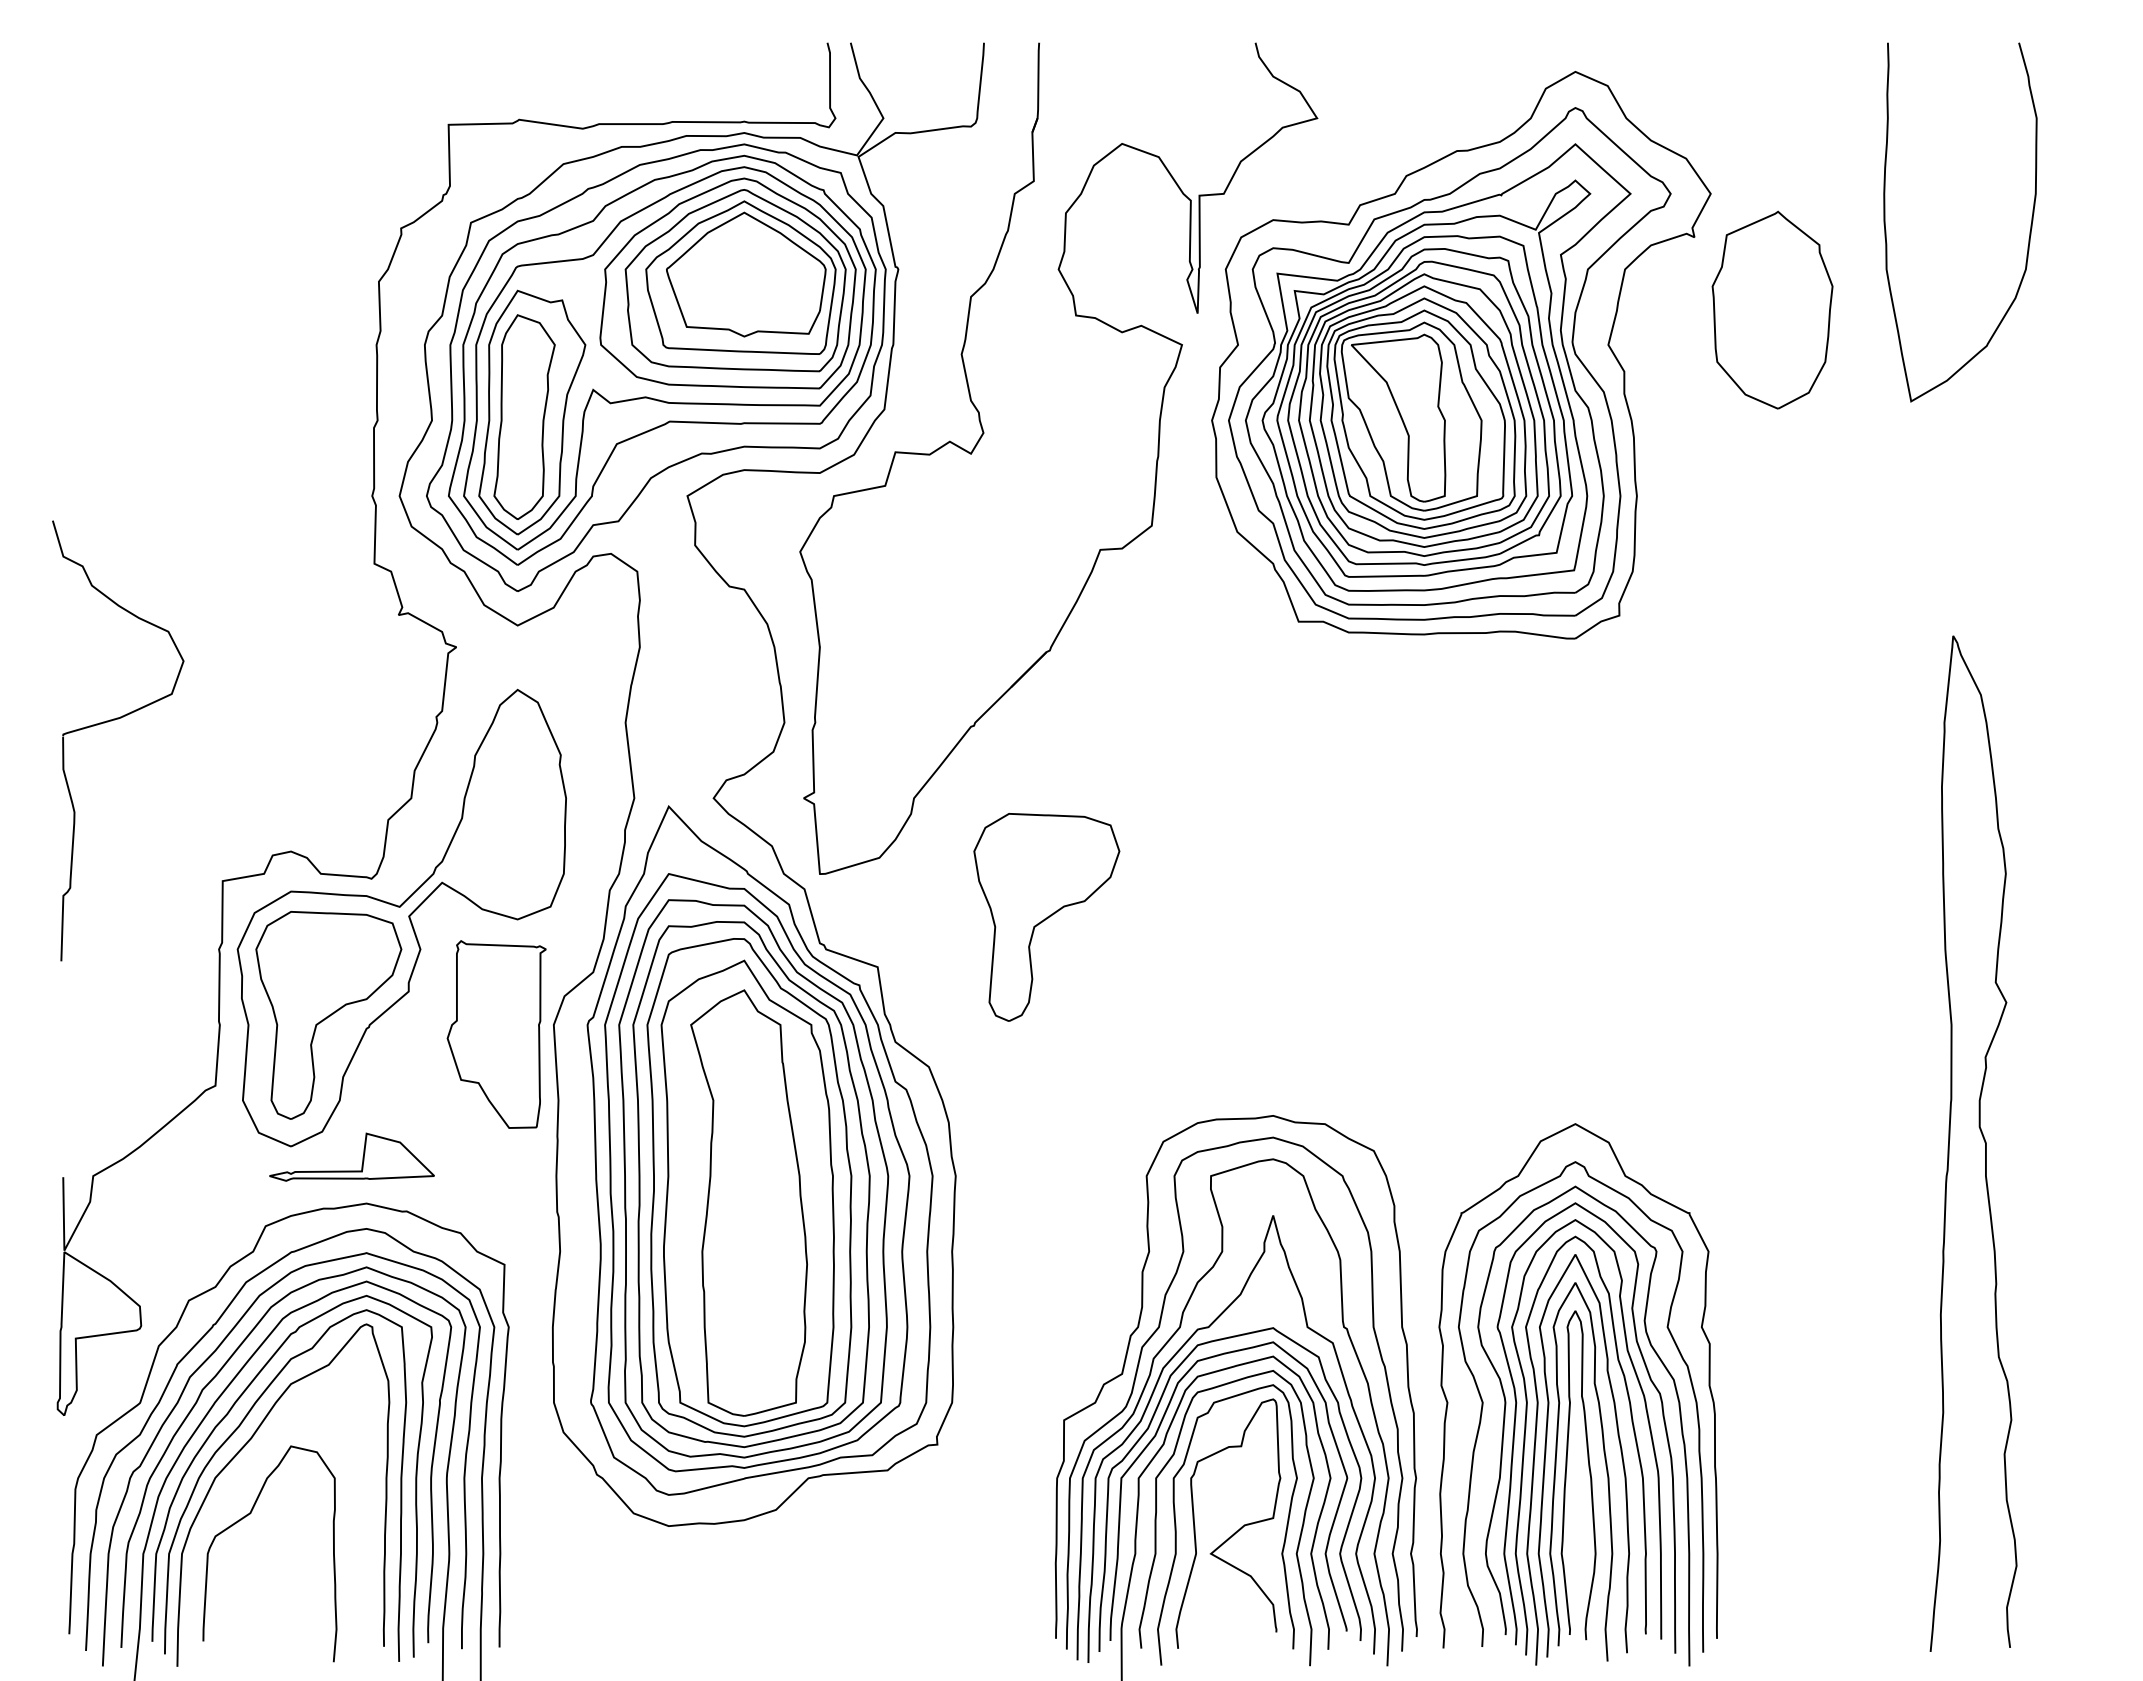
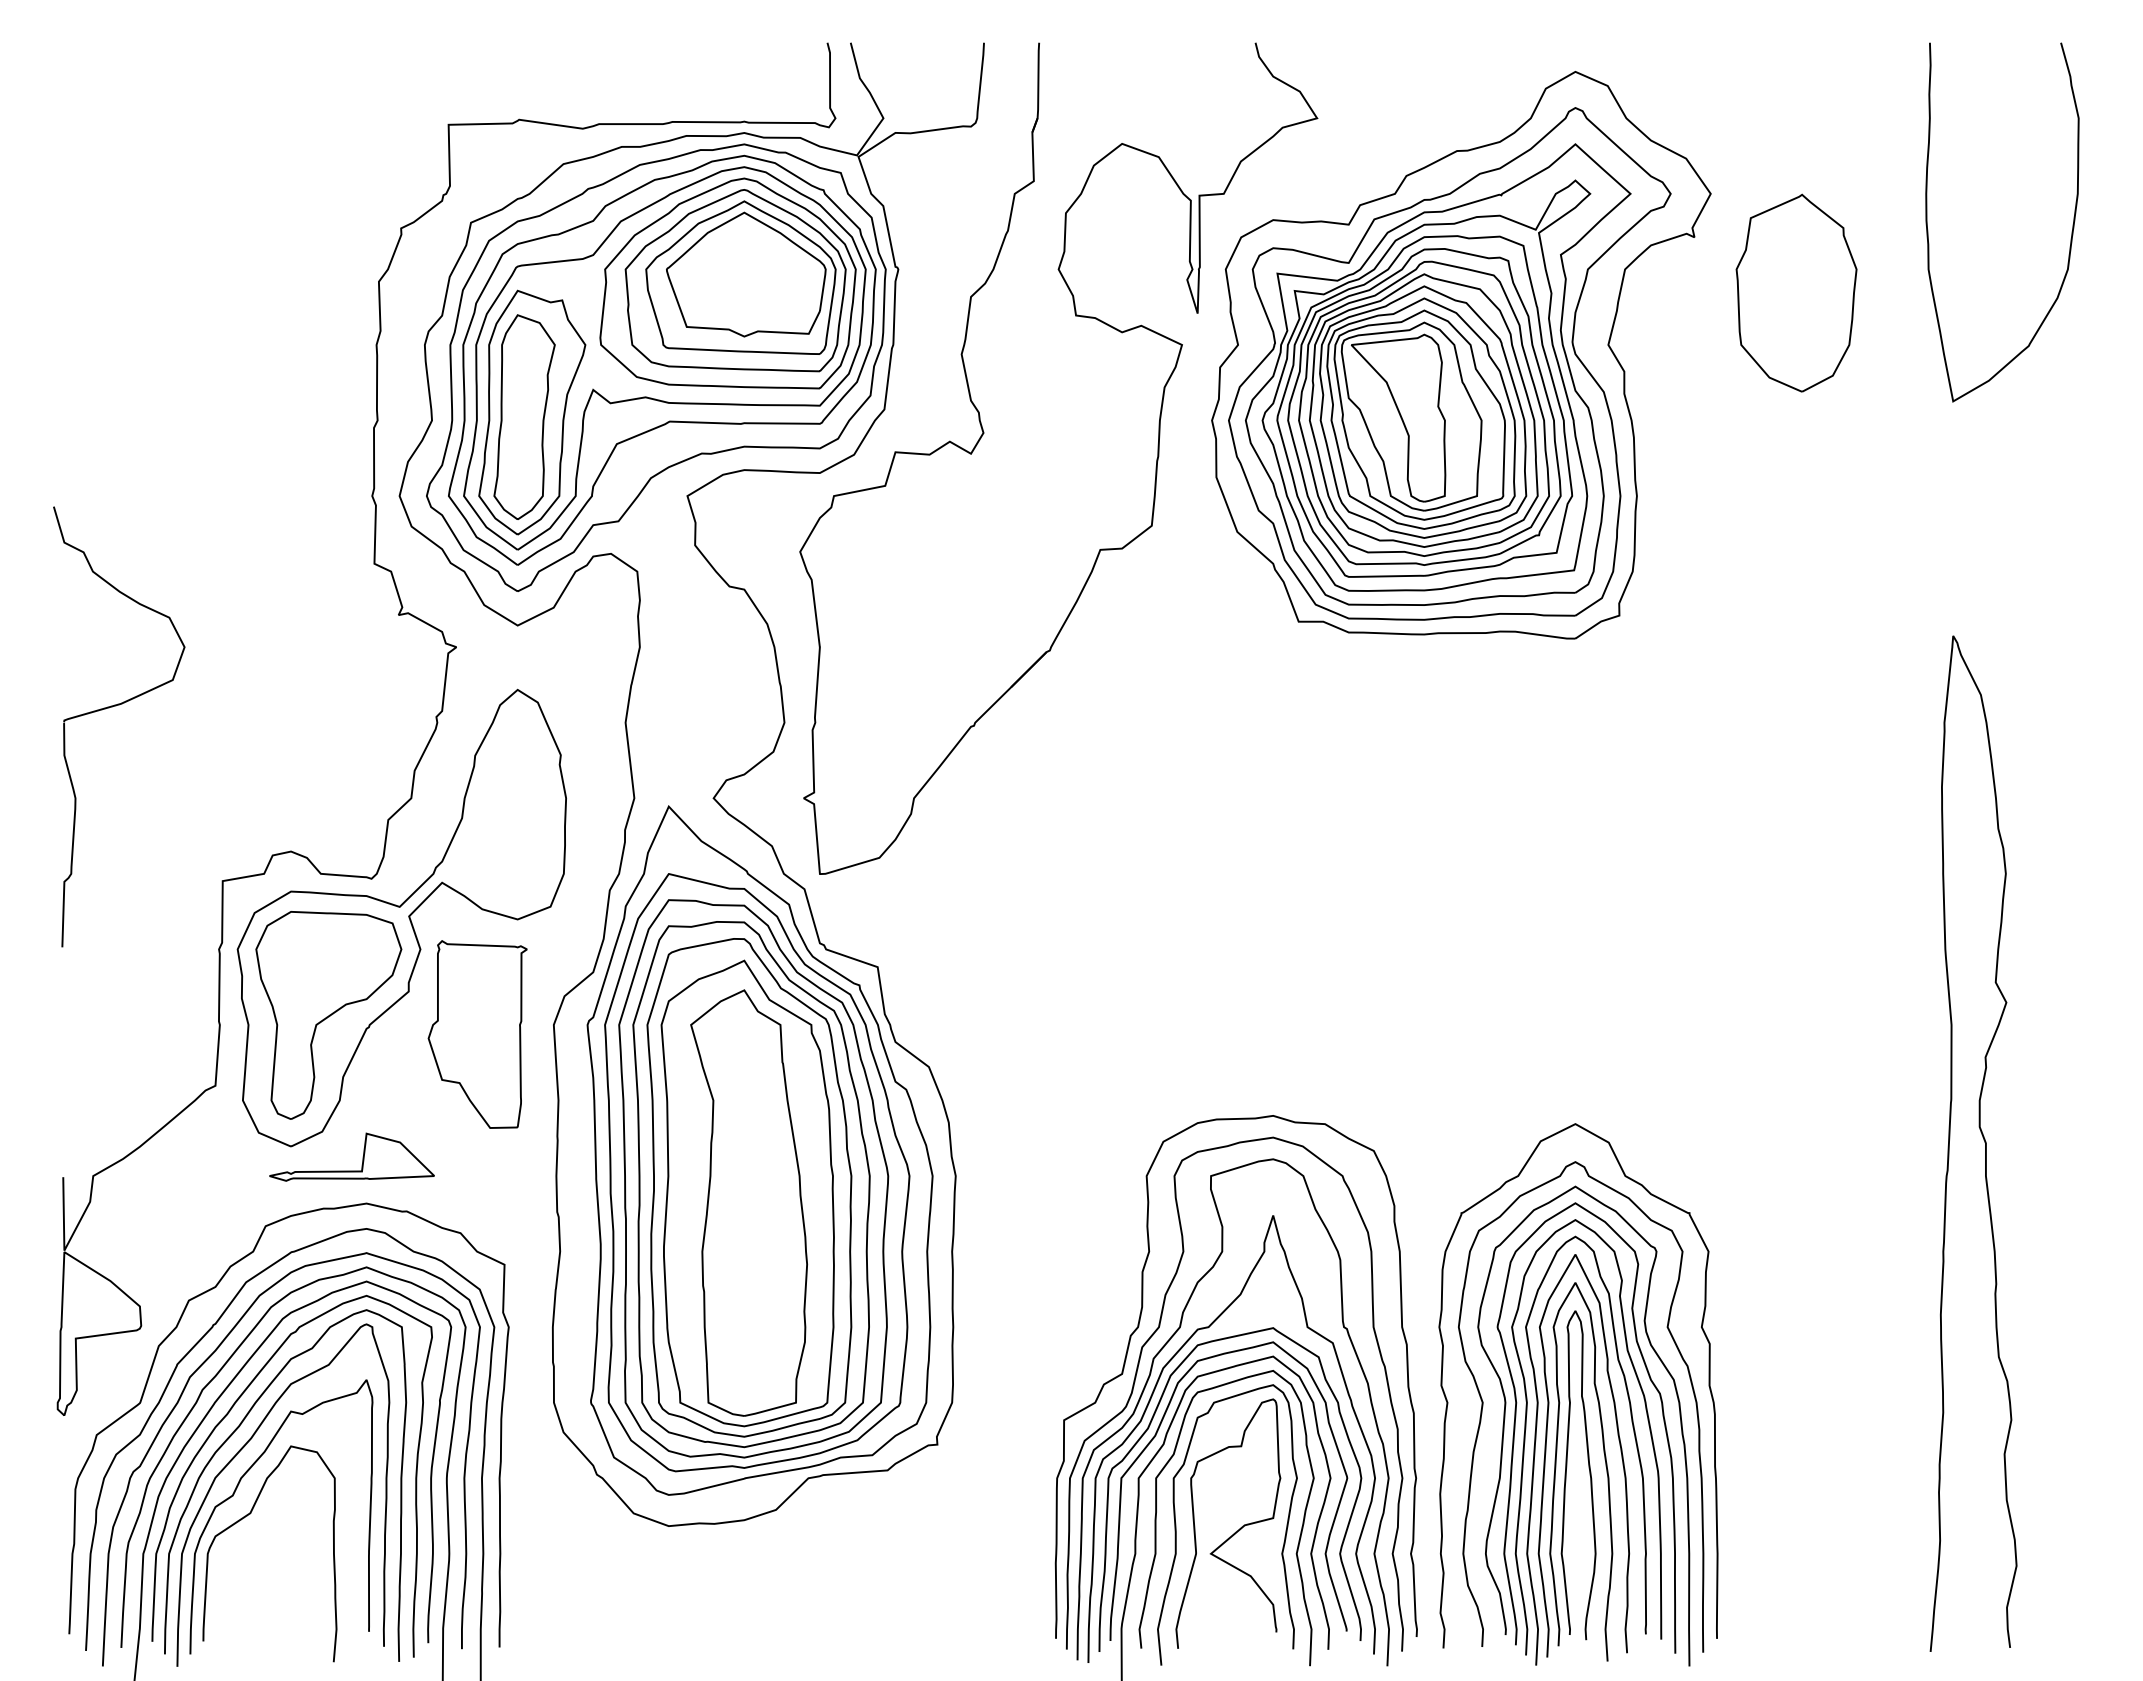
curve at (2029, 231) position: (2029, 231) -> (2071, 231)
part at (1772, 309) position: (1772, 309) -> (1796, 292)
part at (115, 720) position: (115, 720) -> (116, 706)
part at (1046, 917): present -> none
part at (496, 1034) position: (496, 1034) -> (477, 1034)
curve at (235, 1492): none -> present
